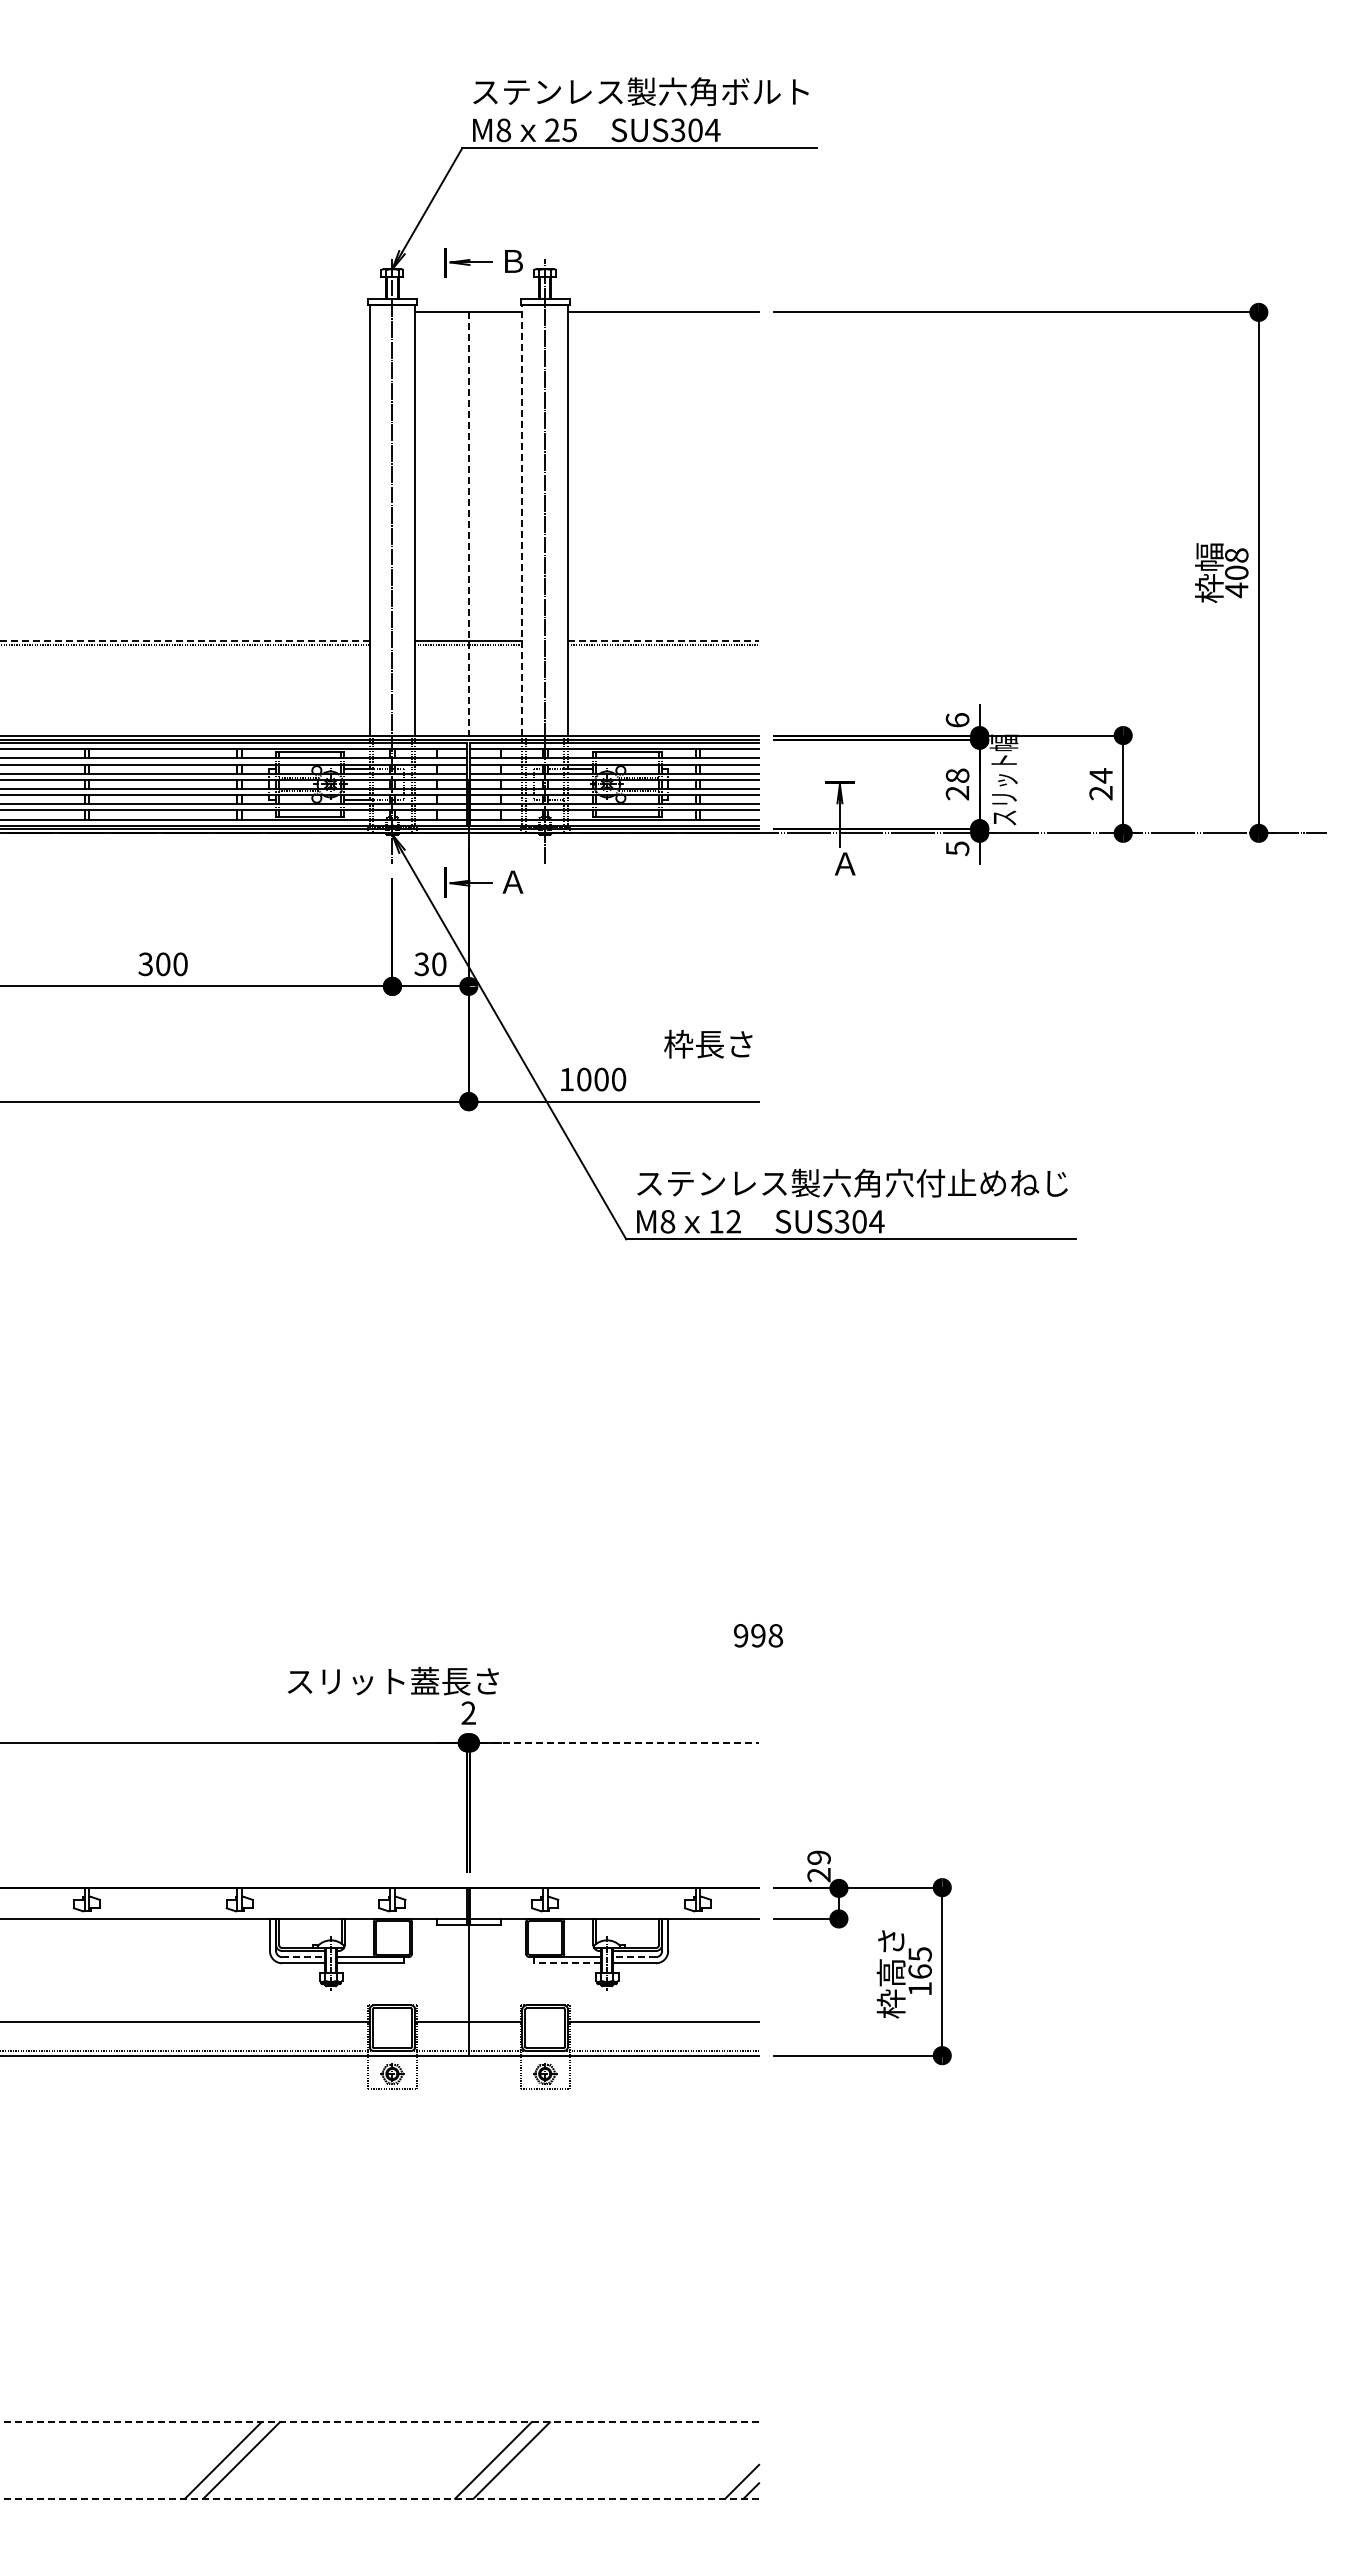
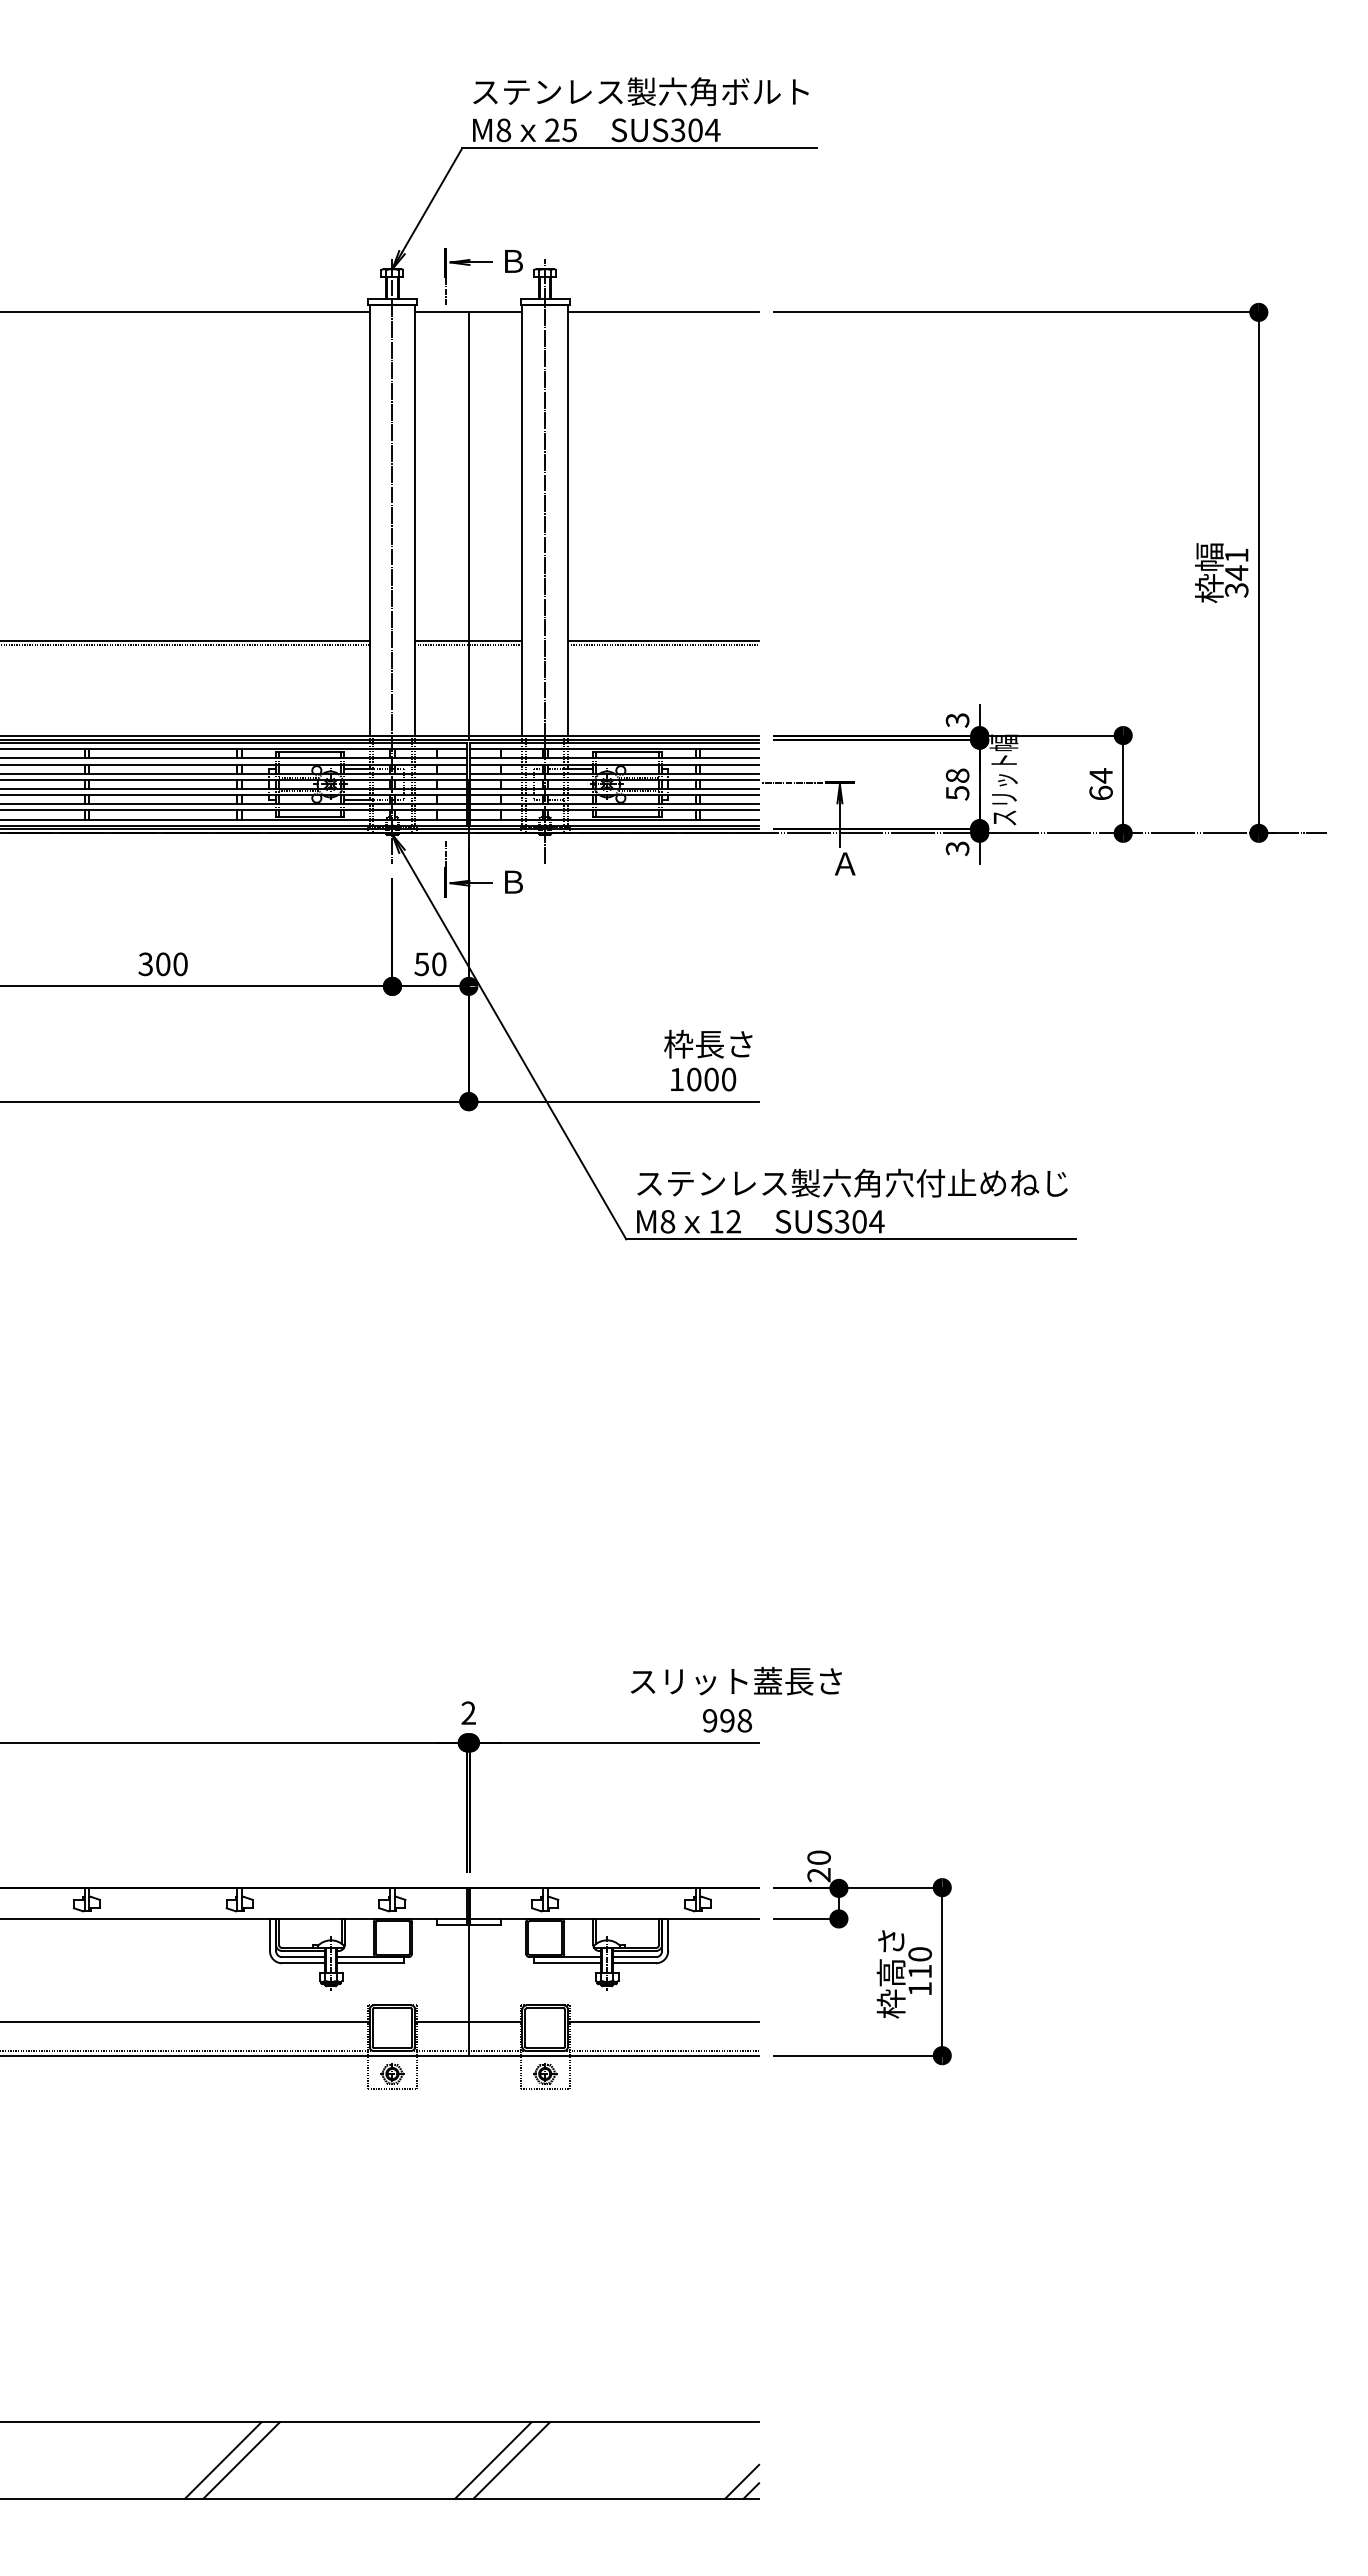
line at (445, 291): none -> present
line at (185, 312): none -> present
line at (522, 519): dashed -> solid
line at (468, 526): dashed -> solid
text at (1236, 573): 408 -> 341
line at (184, 640): dashed -> solid
line at (664, 640): dashed -> solid
text at (957, 720): 6 -> 3
line at (792, 782): none -> present
text at (1100, 792): 24 -> 64
text at (957, 793): 28 -> 58
text at (956, 848): 5 -> 3
line at (445, 853): none -> present
text at (512, 881): Ａ -> Ｂ
text at (421, 963): 30 -> 50
text at (593, 1079) position: (593, 1079) -> (703, 1079)
text at (758, 1635) position: (758, 1635) -> (727, 1720)
text at (392, 1681) position: (392, 1681) -> (735, 1681)
line at (615, 1742): dashed -> solid
text at (818, 1857): 29 -> 20
line at (304, 1957): dashed -> solid
line at (634, 1957): dashed -> solid
text at (919, 1962): 165 -> 110
line at (567, 1963): dashed -> solid
line at (379, 2422): dashed -> solid
line at (380, 2498): dashed -> solid
